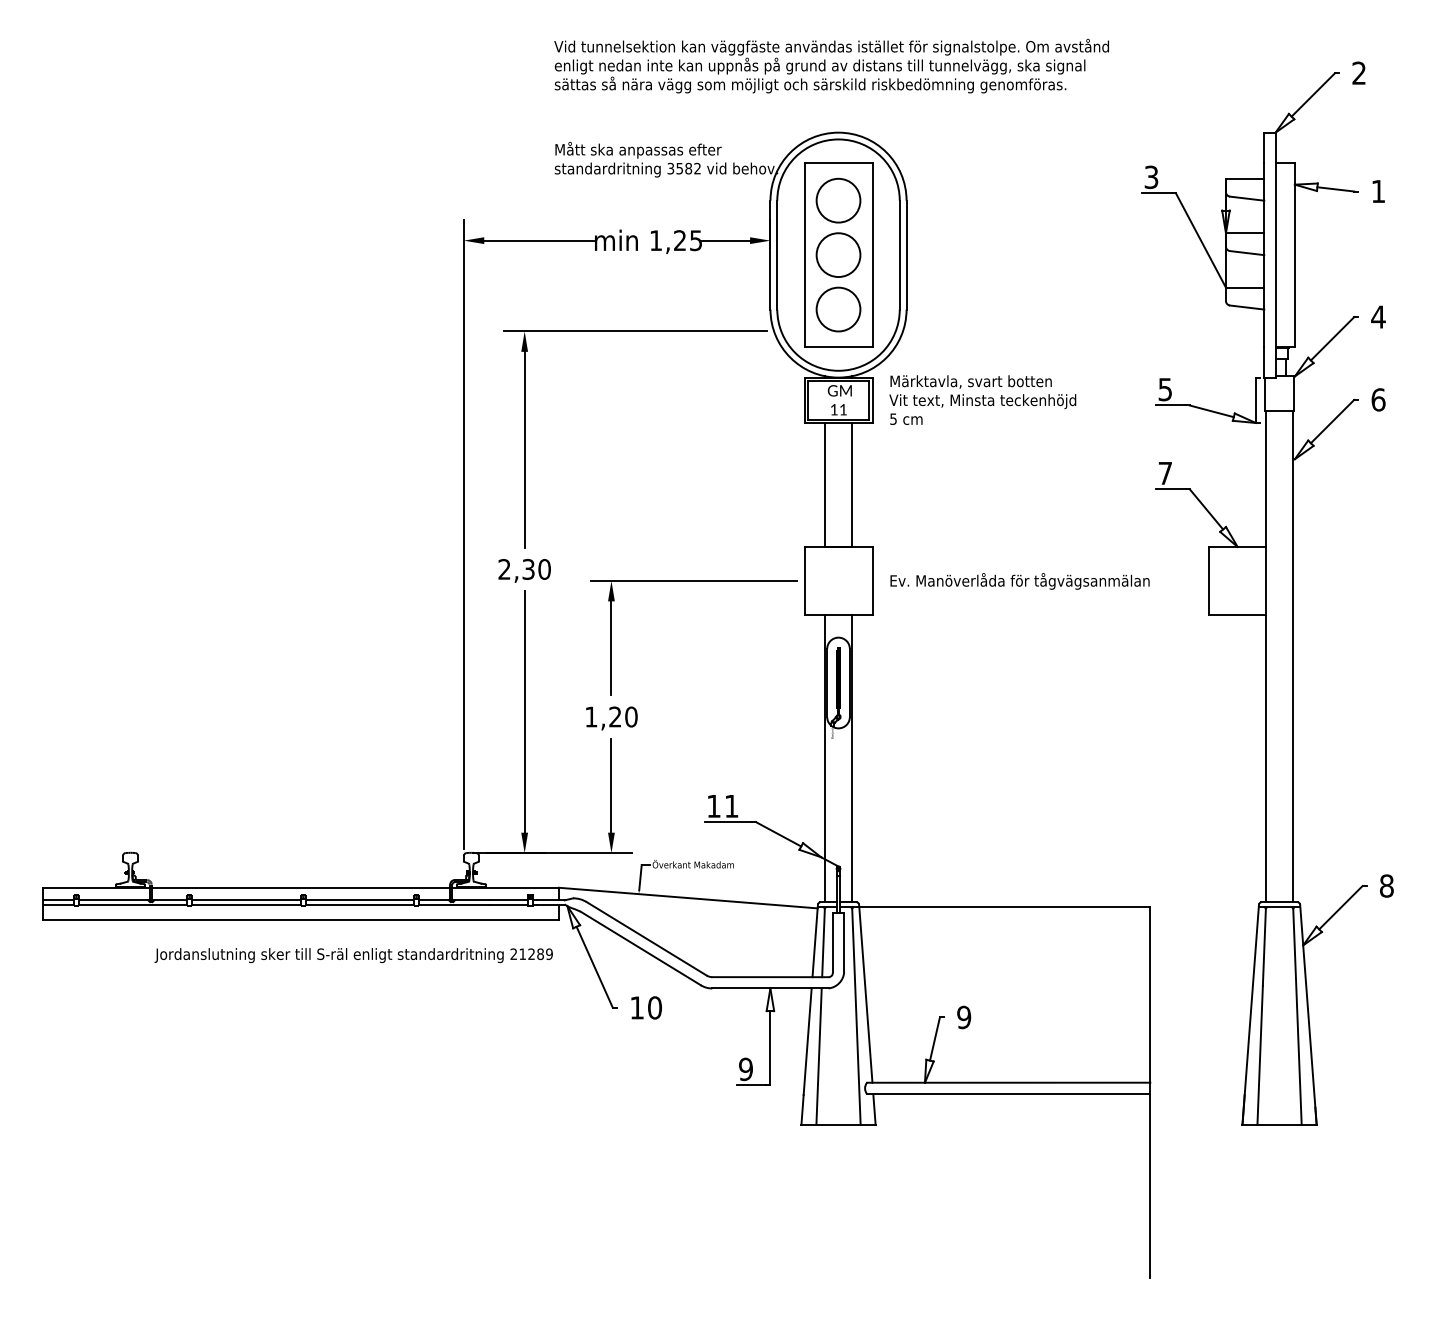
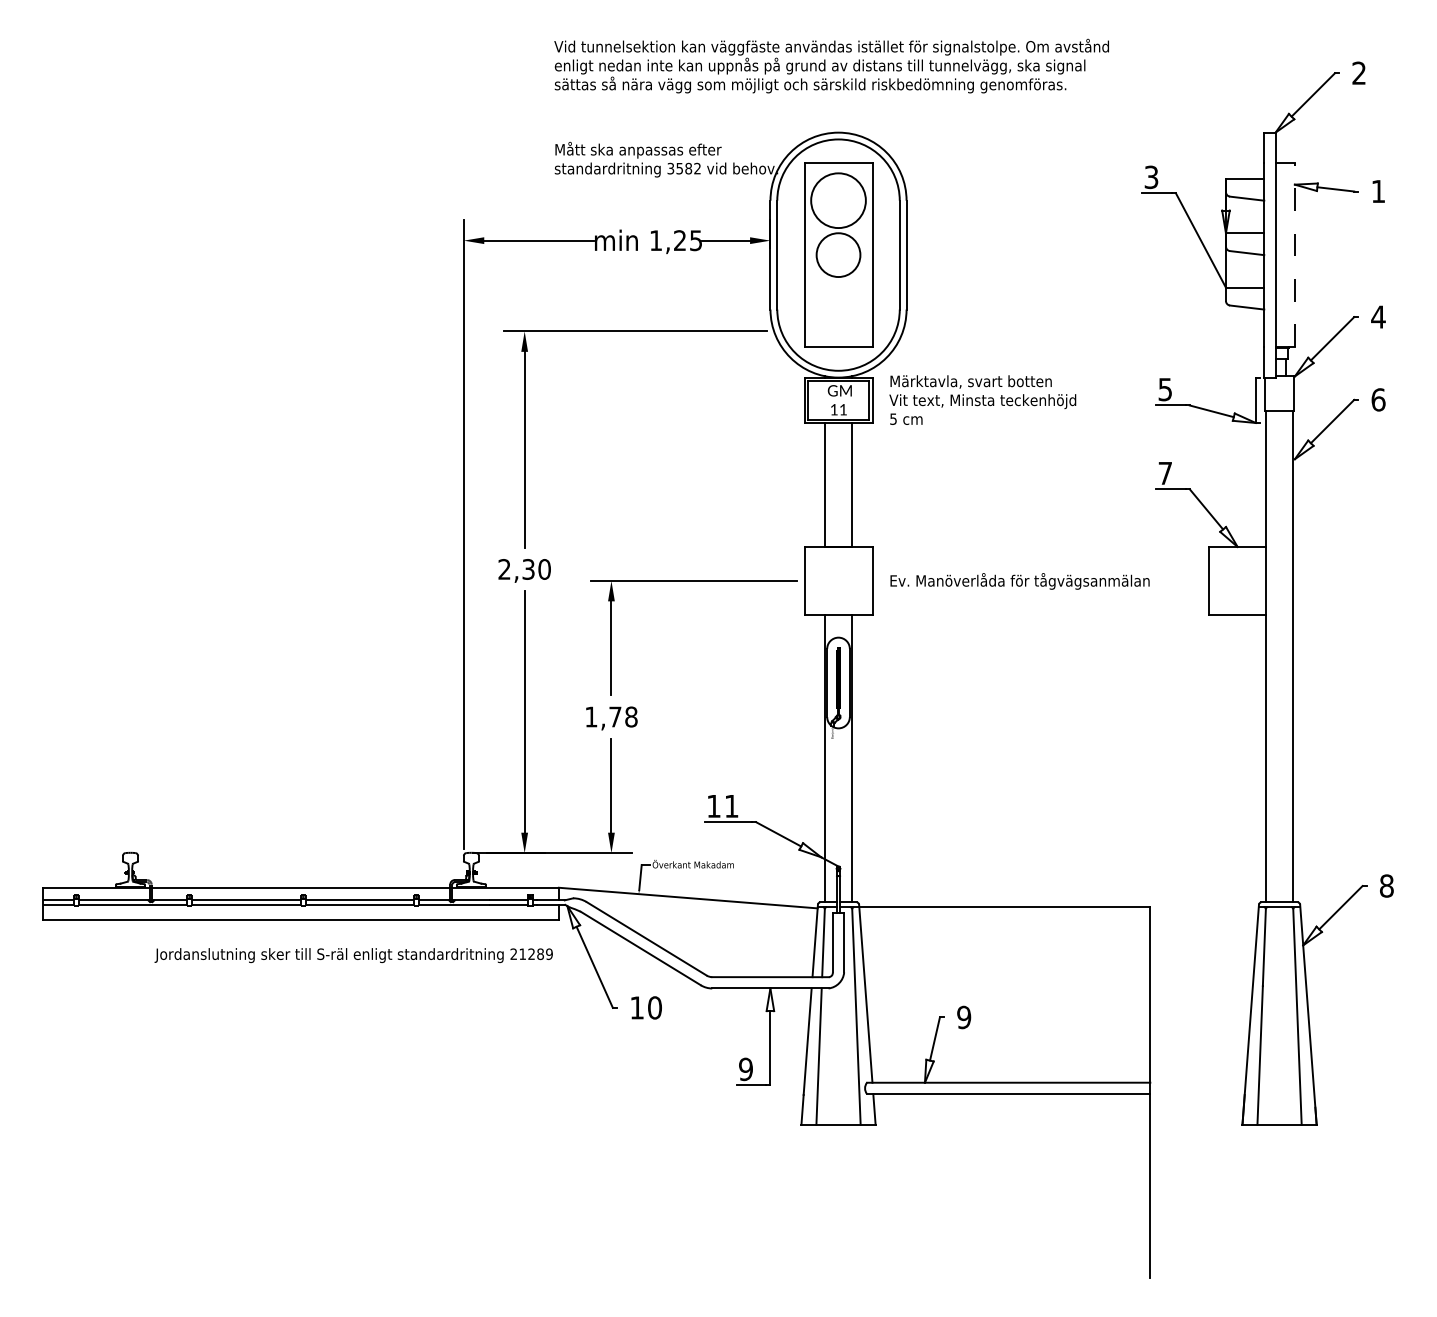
circle at (838, 200) diameter: 44 px -> 55 px
line at (1294, 255): solid -> dashed
circle at (838, 309): present -> none
text at (623, 716): 1,20 -> 1,78
